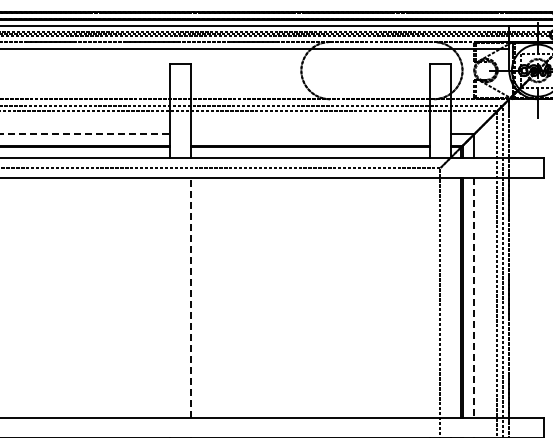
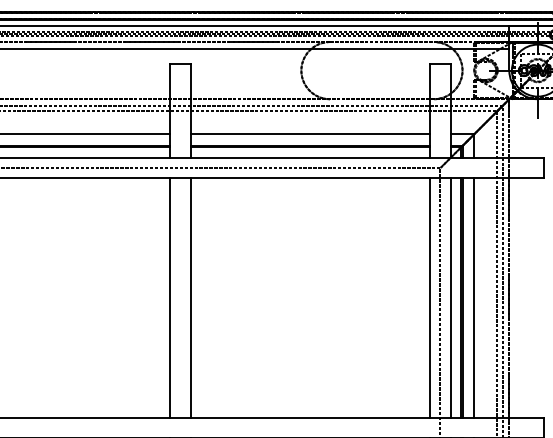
line at (85, 134): dashed -> solid
line at (310, 134): none -> present
line at (170, 297): none -> present
line at (430, 297): none -> present
line at (450, 297): none -> present
line at (190, 298): dashed -> solid
line at (474, 298): dashed -> solid
